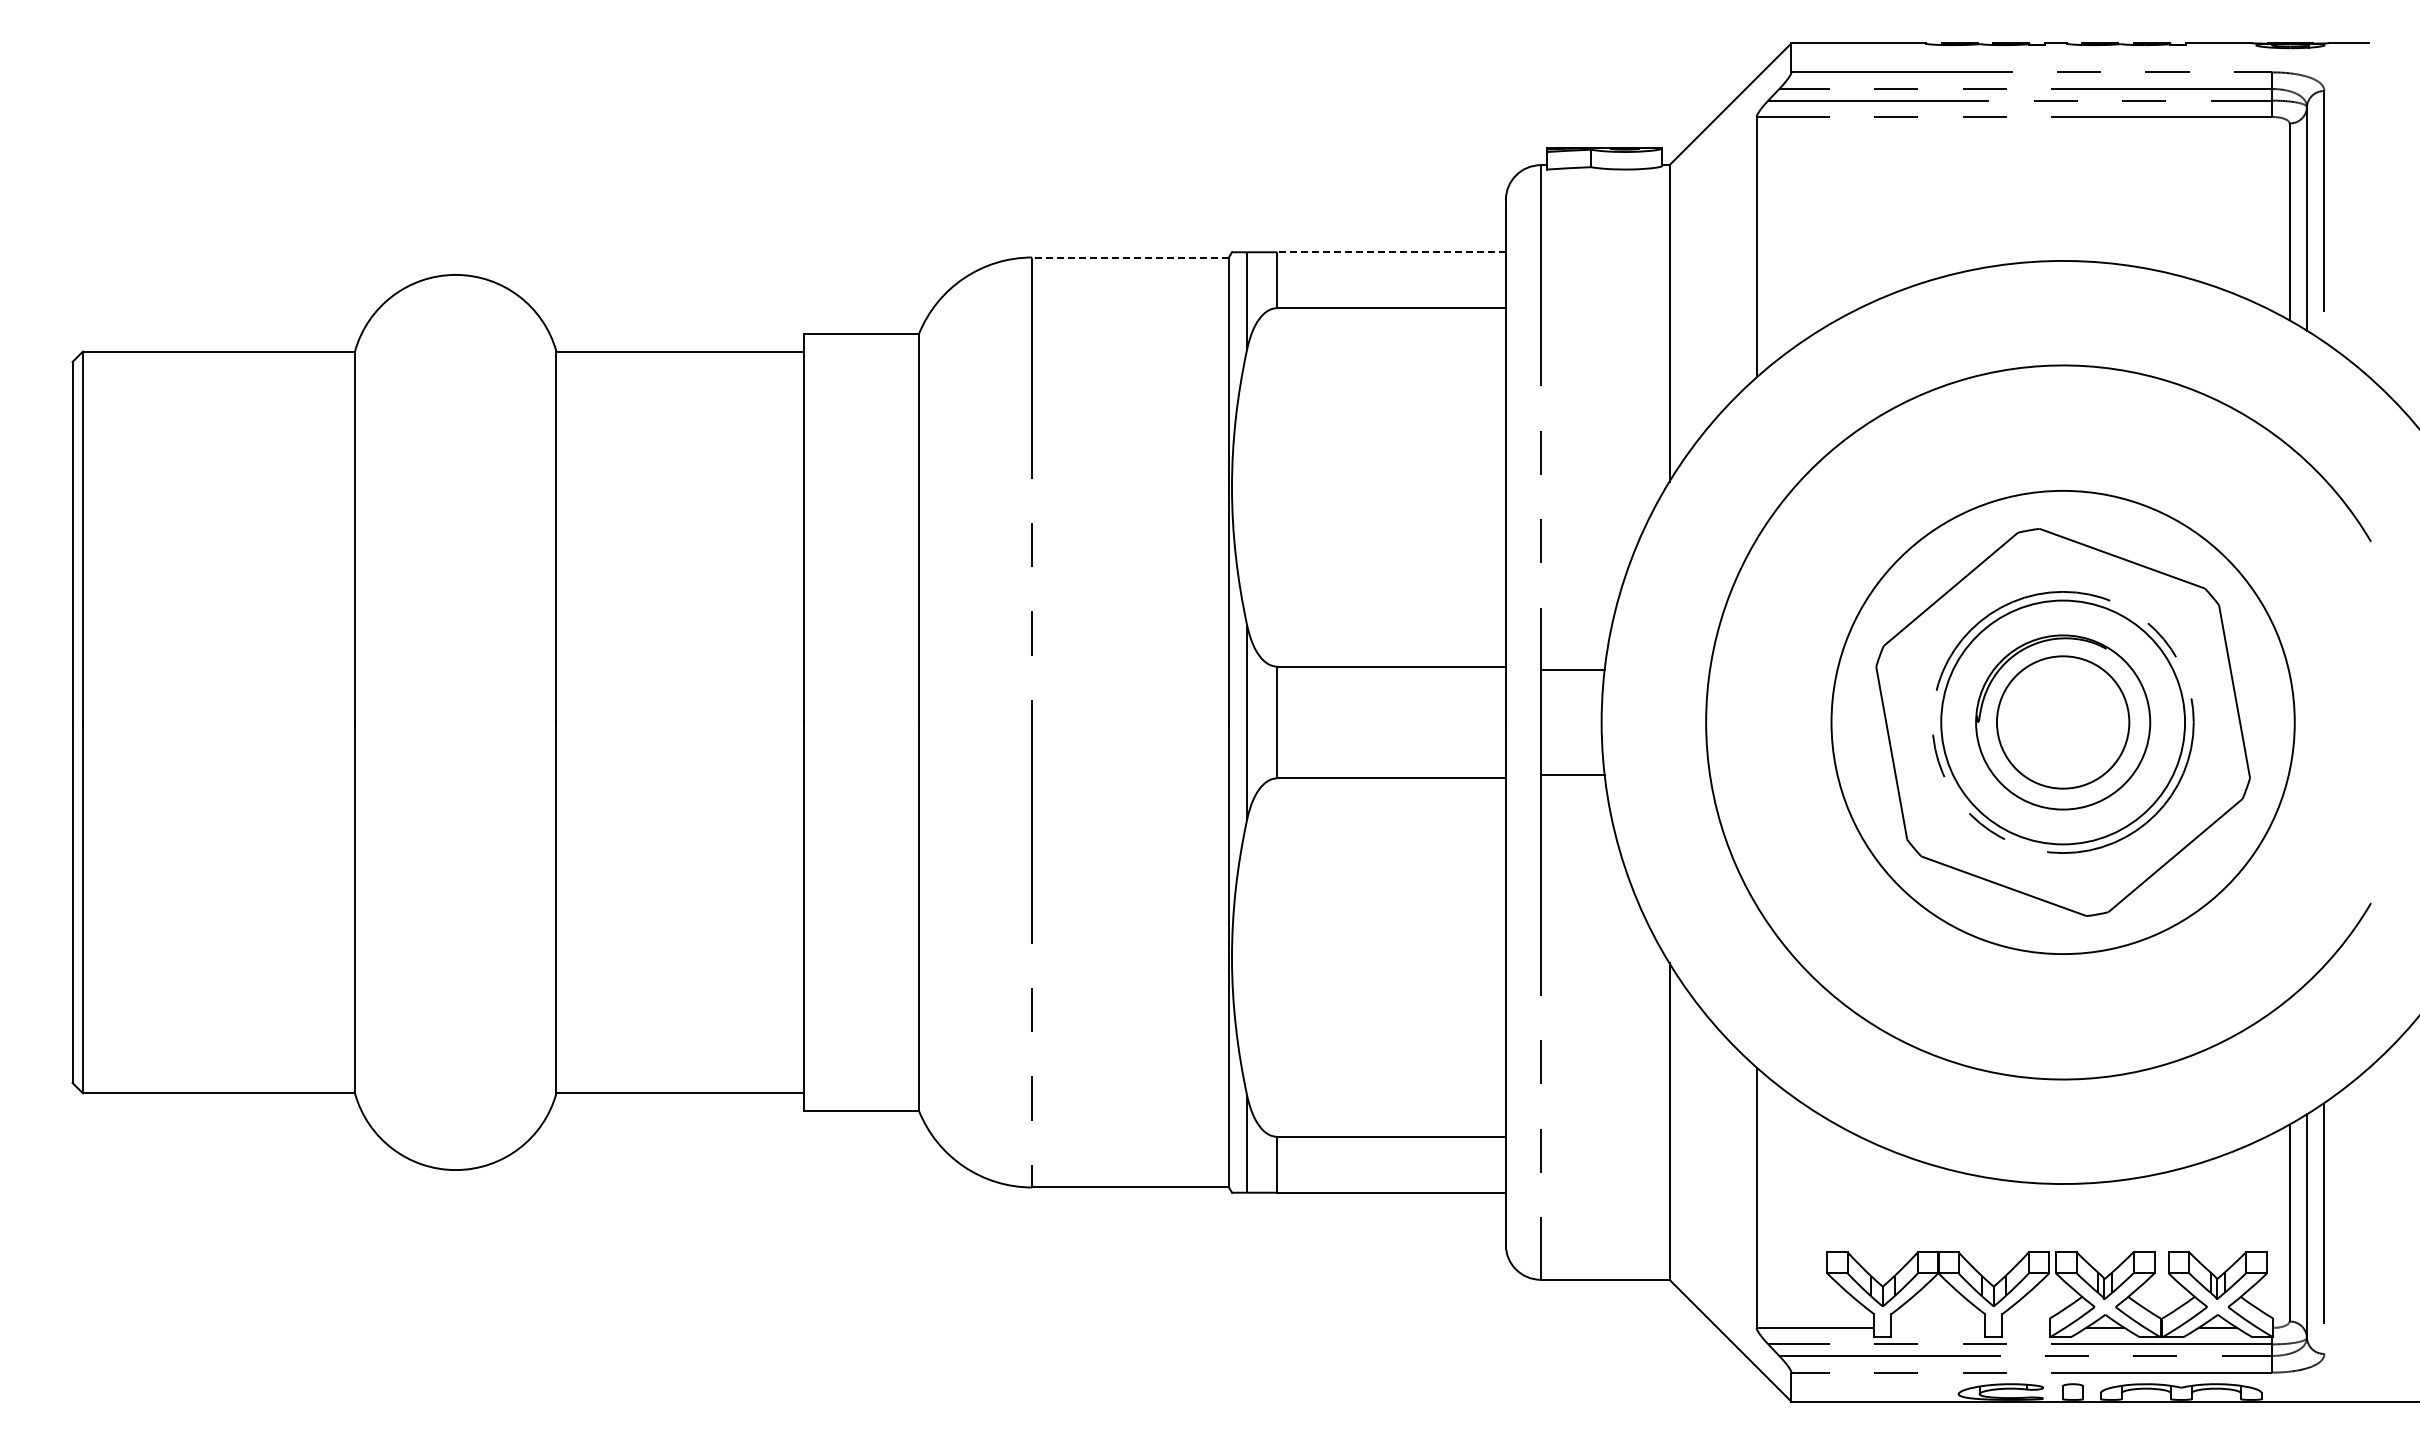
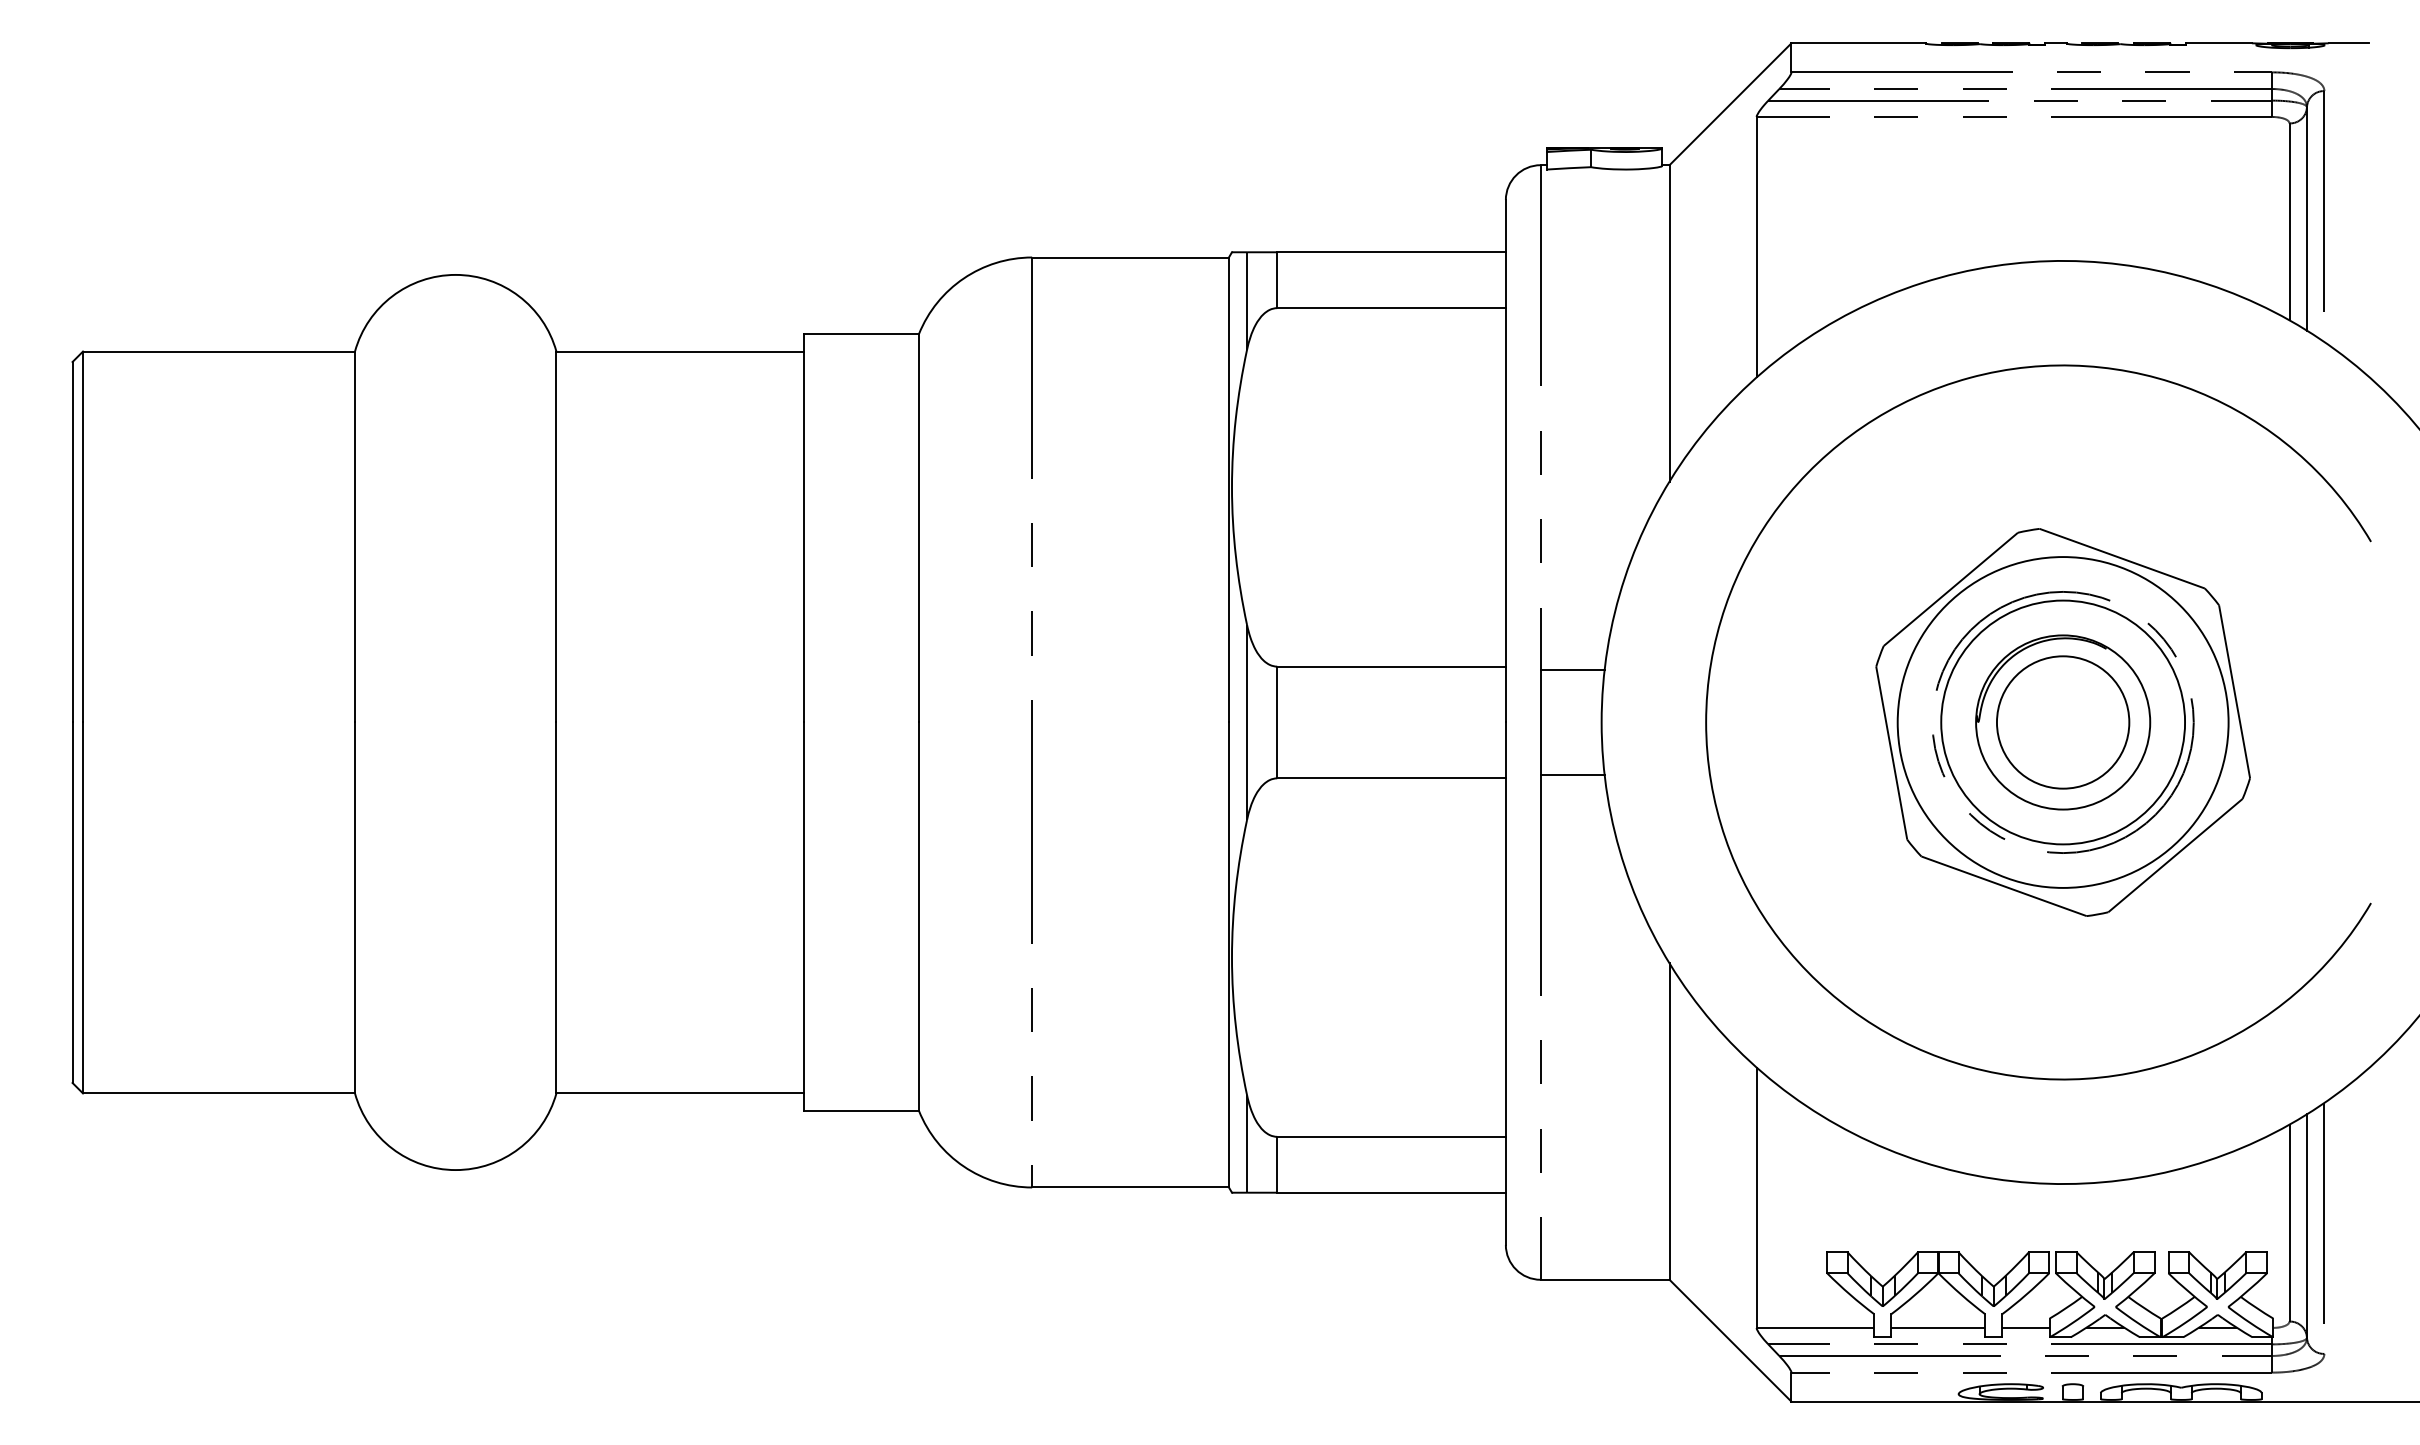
line at (1391, 252): dashed -> solid
line at (1130, 257): dashed -> solid
circle at (2062, 722) diameter: 463 px -> 331 px
line at (1938, 1327): none -> present
line at (2025, 1327): none -> present
